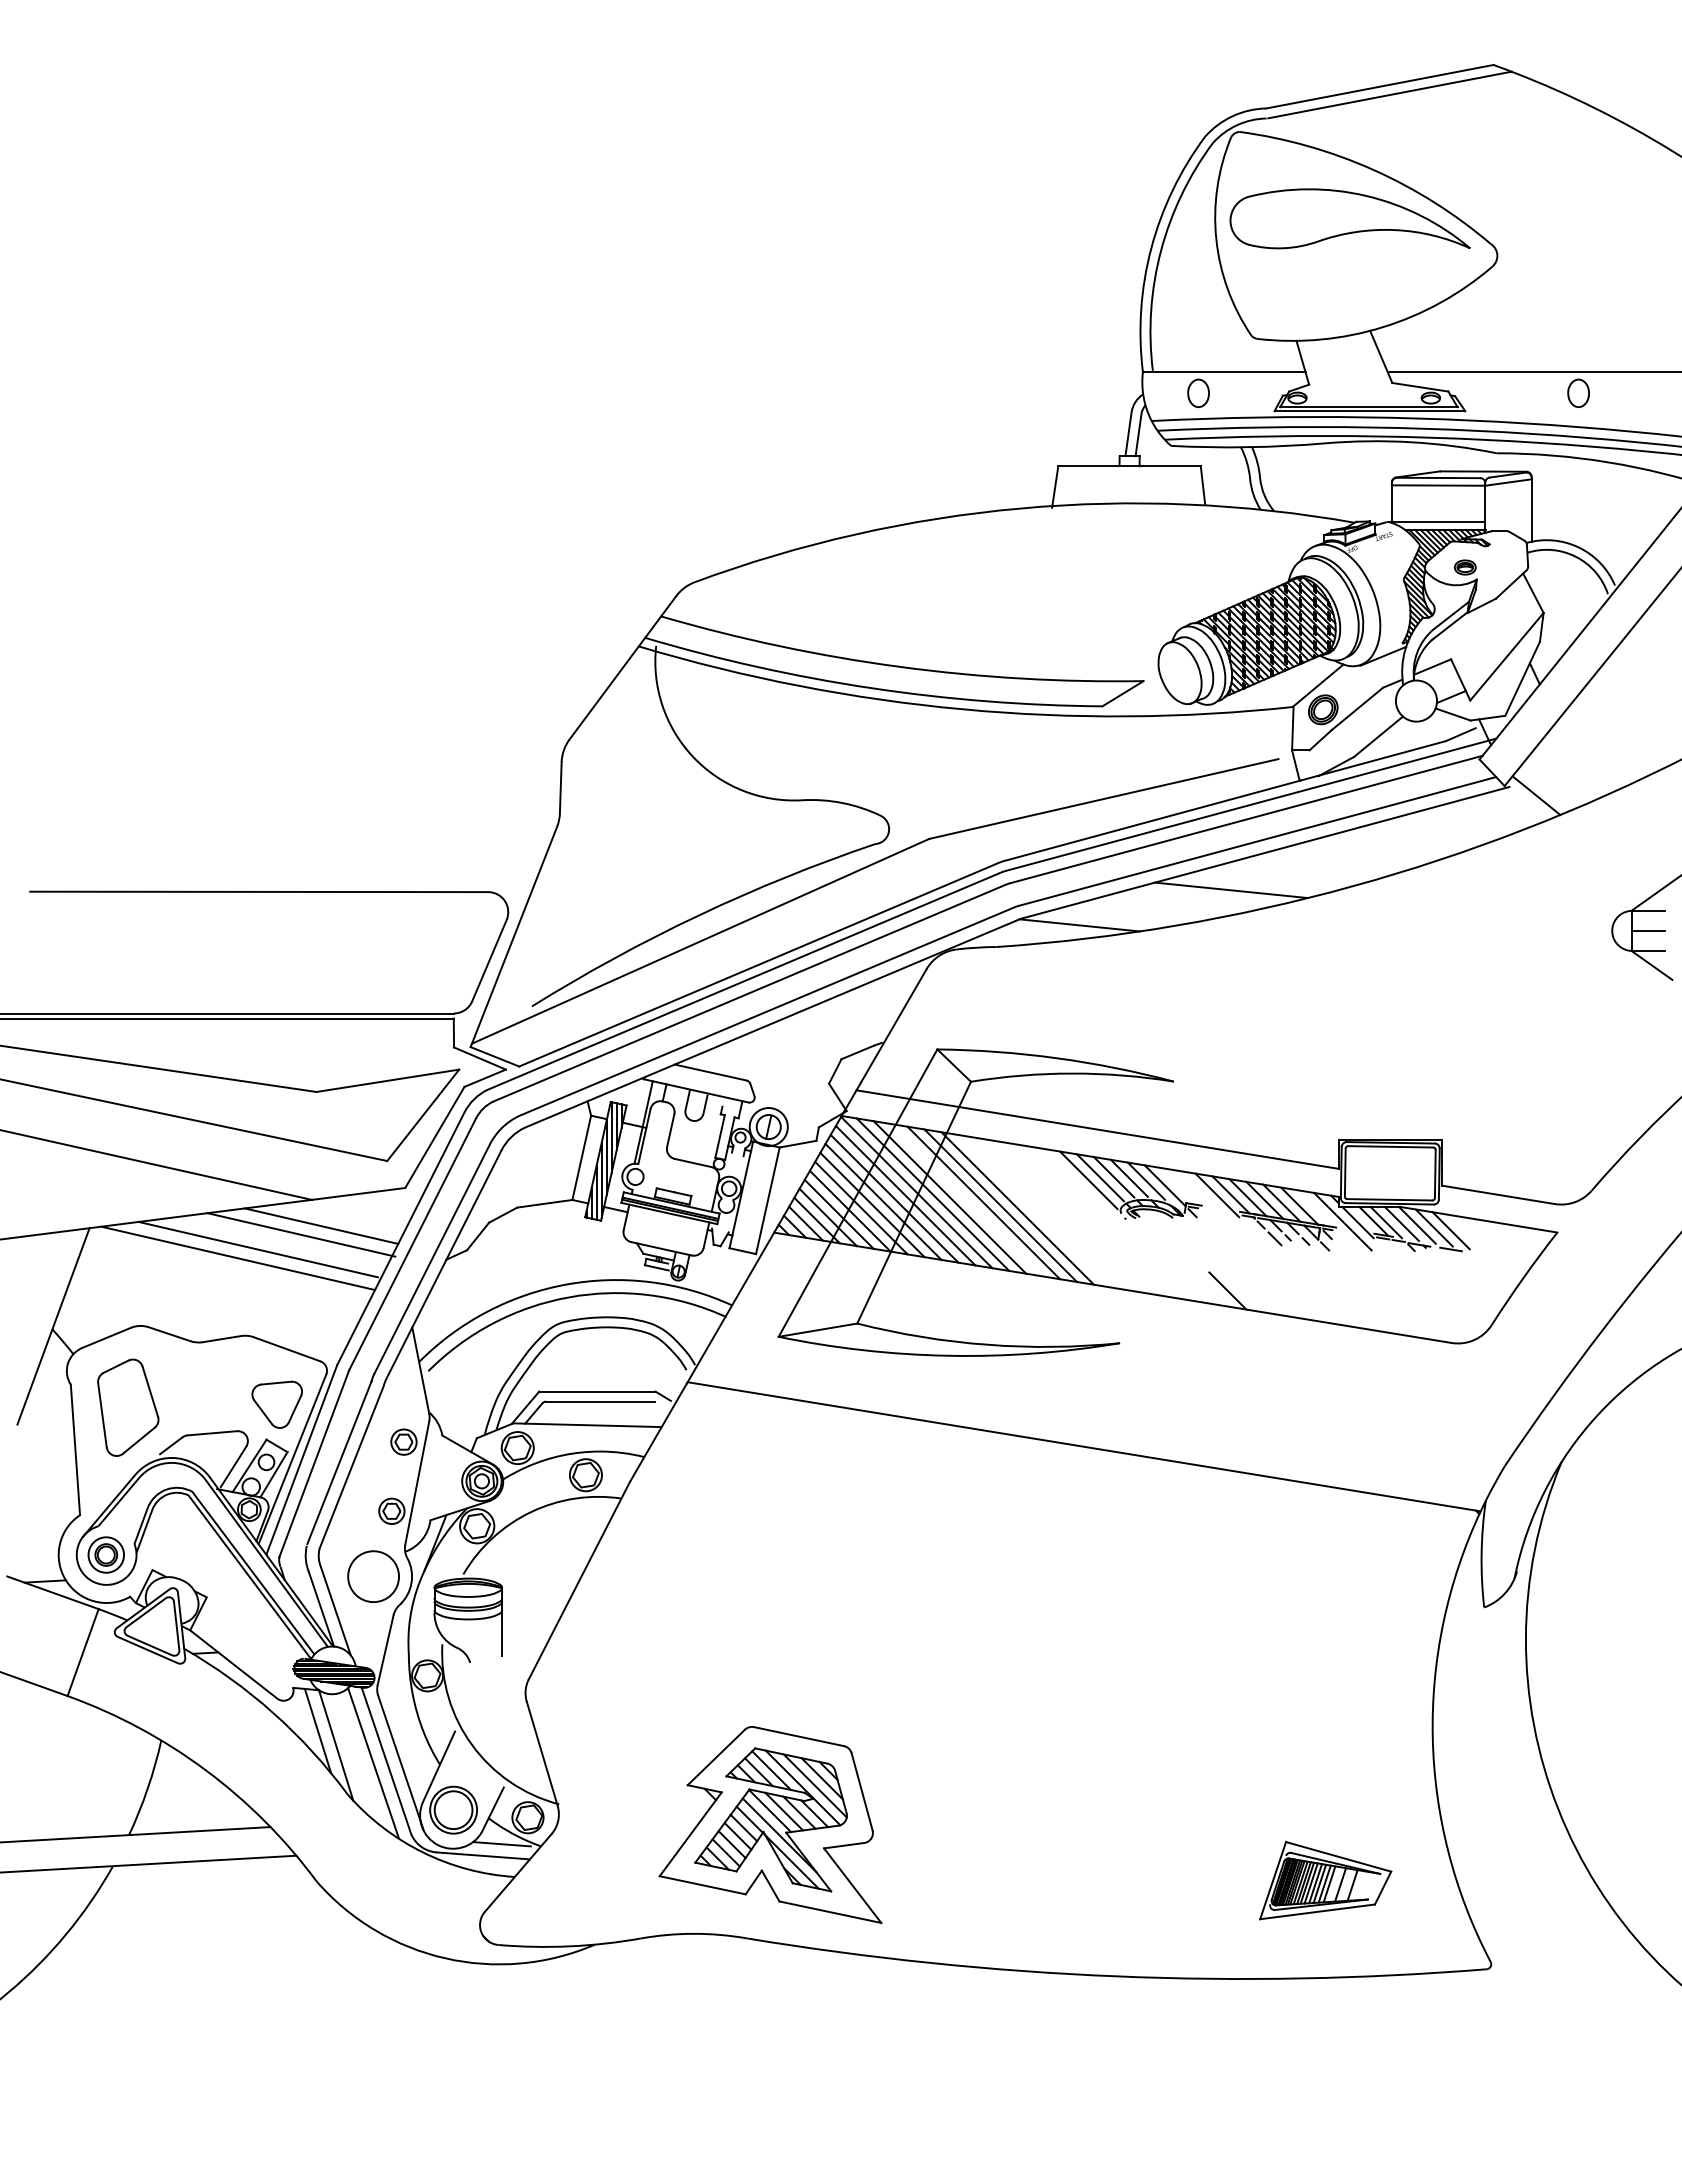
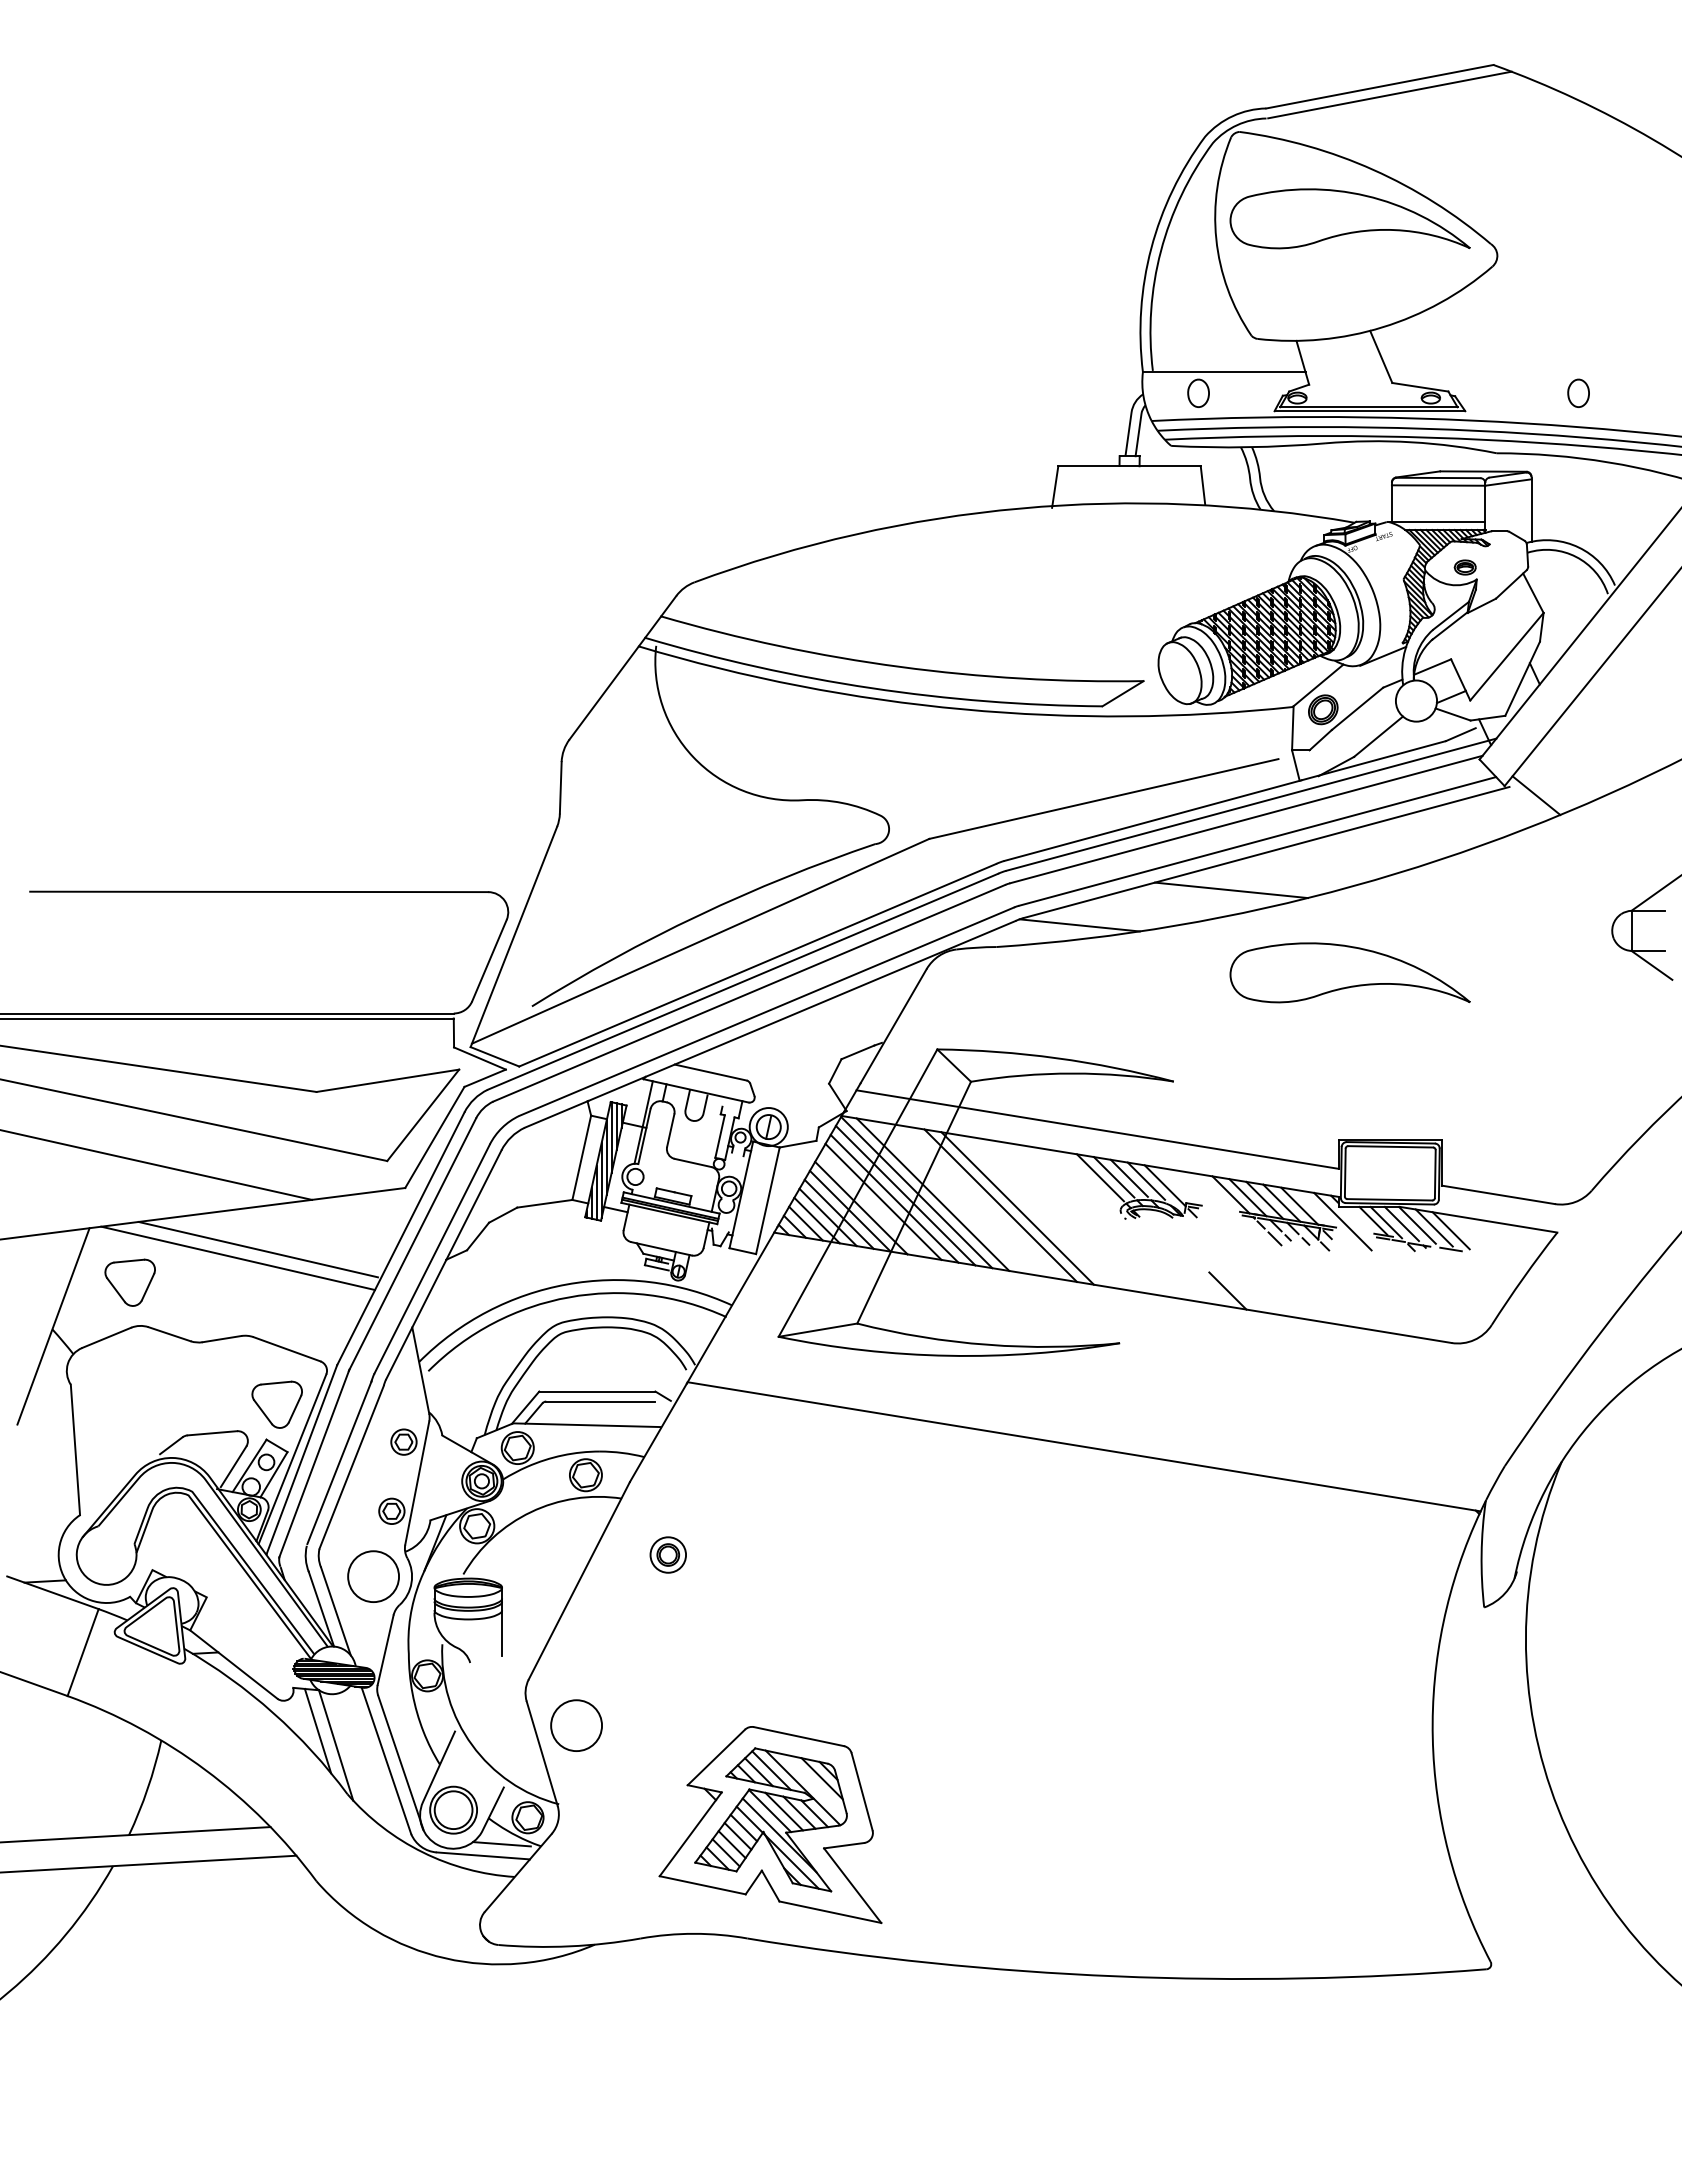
line at (1532, 372): present -> none
line at (1647, 930): present -> none
part at (1349, 972): none -> present
line at (1088, 1180): present -> none
line at (1217, 1195): present -> none
line at (949, 1197): present -> none
line at (983, 1202): present -> none
line at (872, 1204): present -> none
line at (1357, 1222): present -> none
line at (321, 1225): present -> none
line at (301, 1234): present -> none
part at (129, 1282): none -> present
part at (128, 1407): present -> none
part at (105, 1554) position: (105, 1554) -> (667, 1554)
circle at (576, 1725): none -> present
line at (373, 1763): present -> none
line at (814, 1785): present -> none
part at (1325, 1880): present -> none
